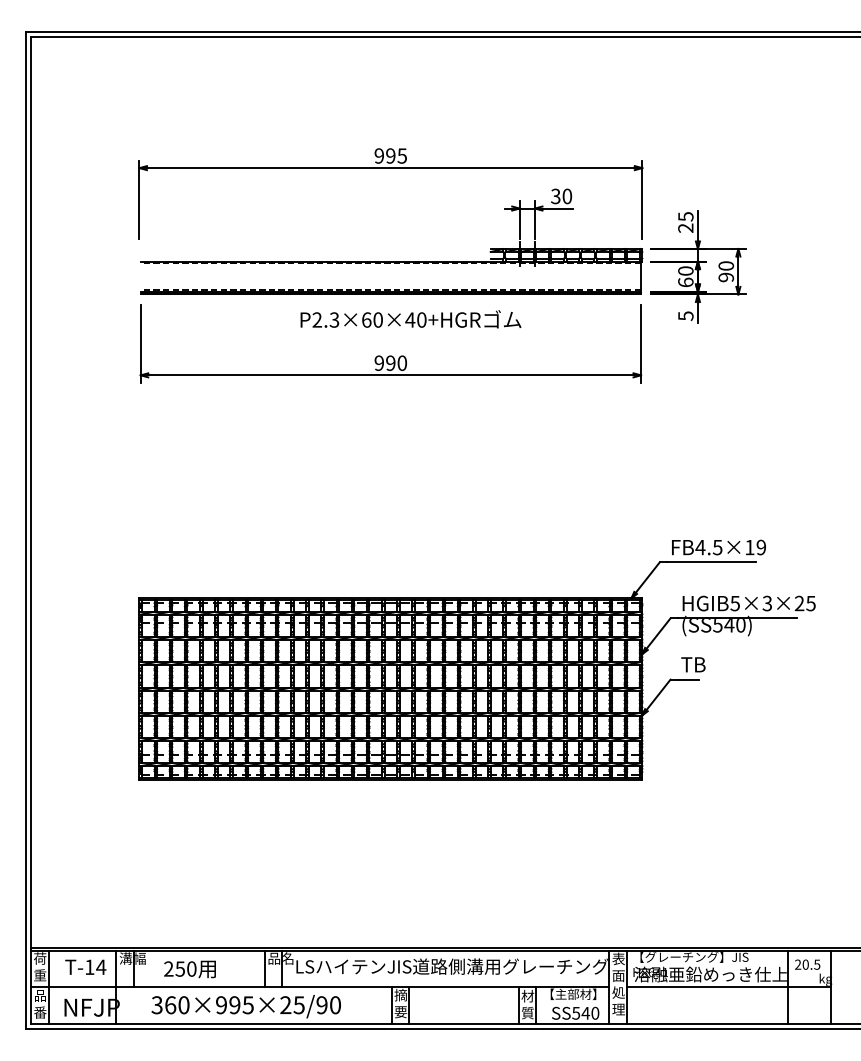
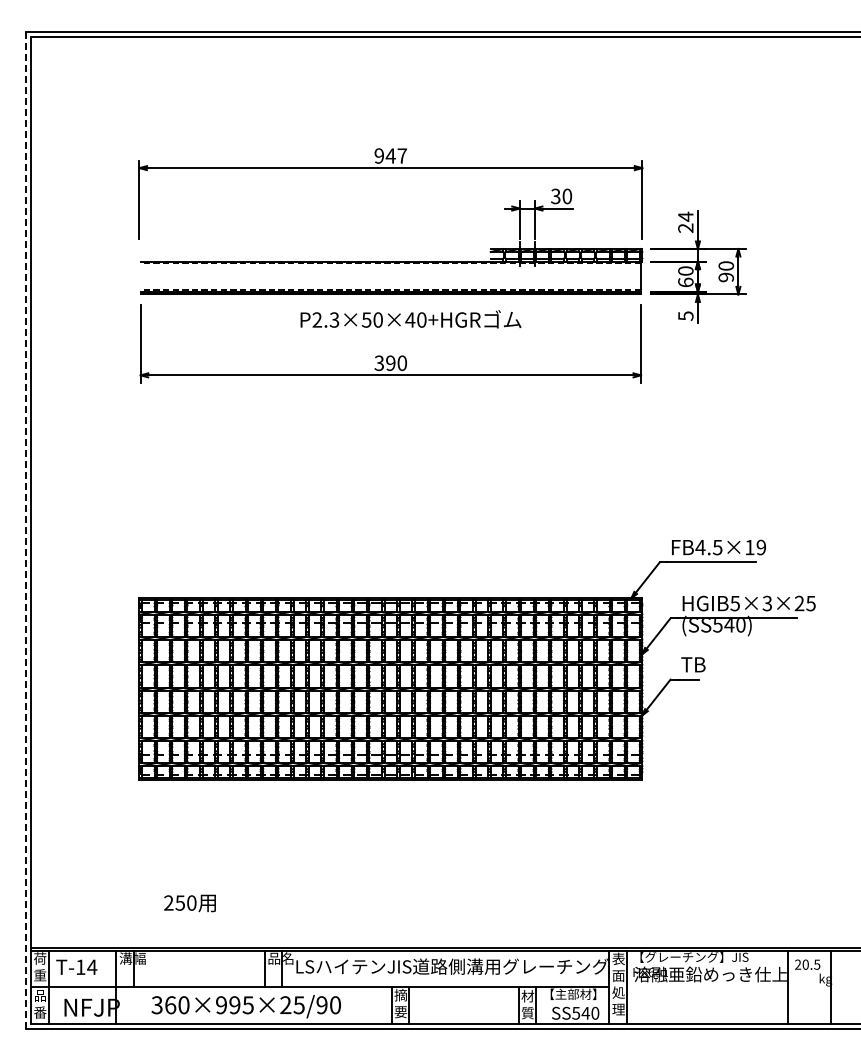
text at (396, 155): 995 -> 947
text at (685, 216): 25 -> 24
text at (366, 319): P2.3×60×40+HGR -> P2.3×50×40+HGR
text at (378, 362): 990 -> 390
line at (25, 530): solid -> dashed
text at (85, 966) position: (85, 966) -> (76, 966)
text at (189, 969) position: (189, 969) -> (189, 903)
line at (728, 987): present -> none
